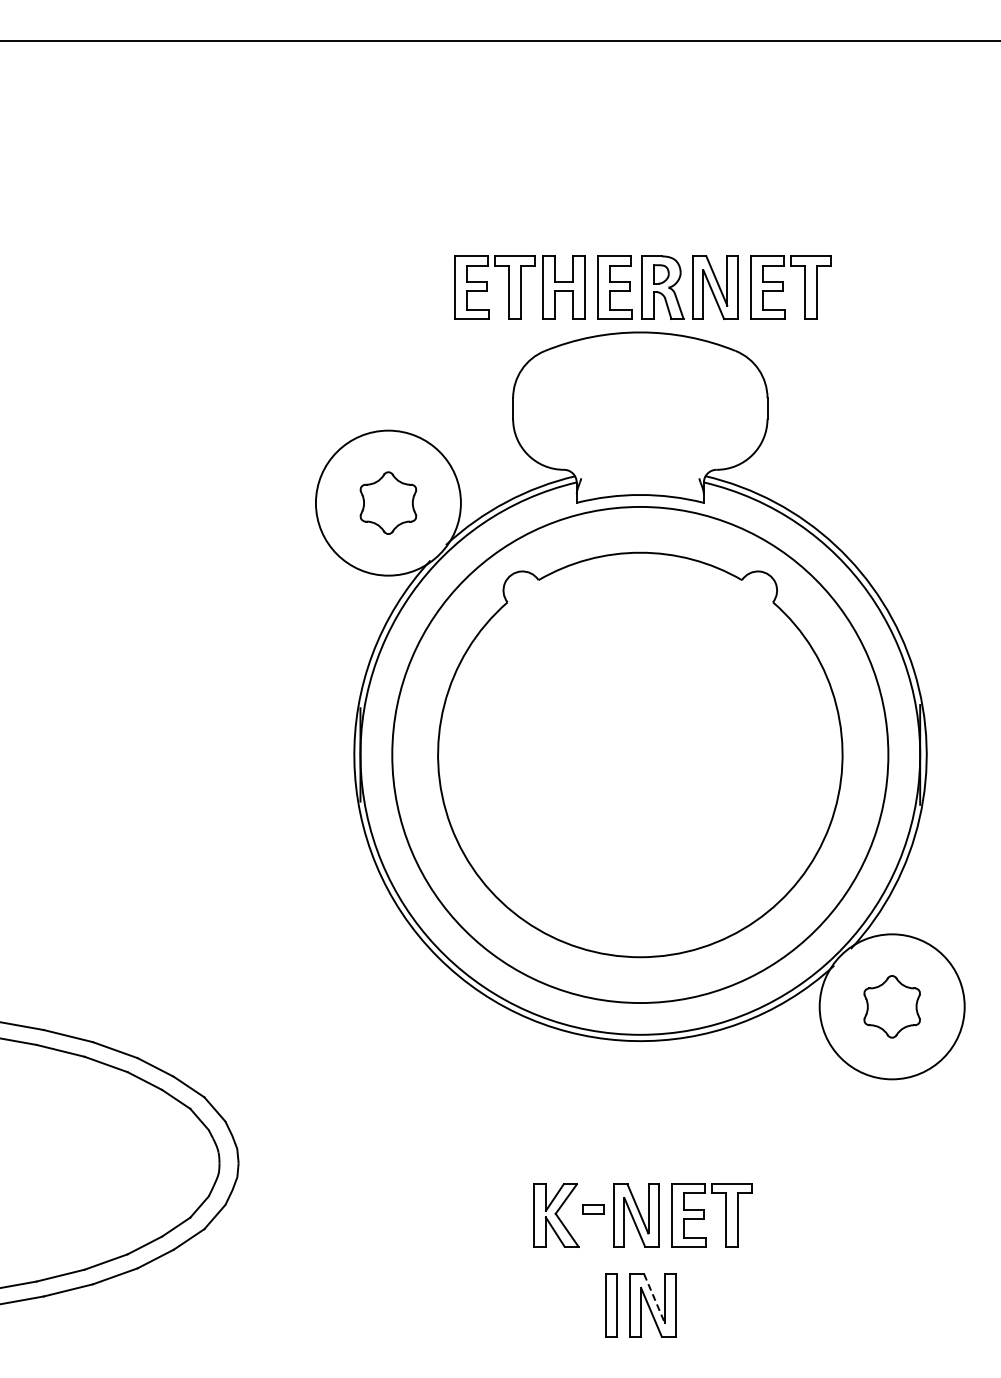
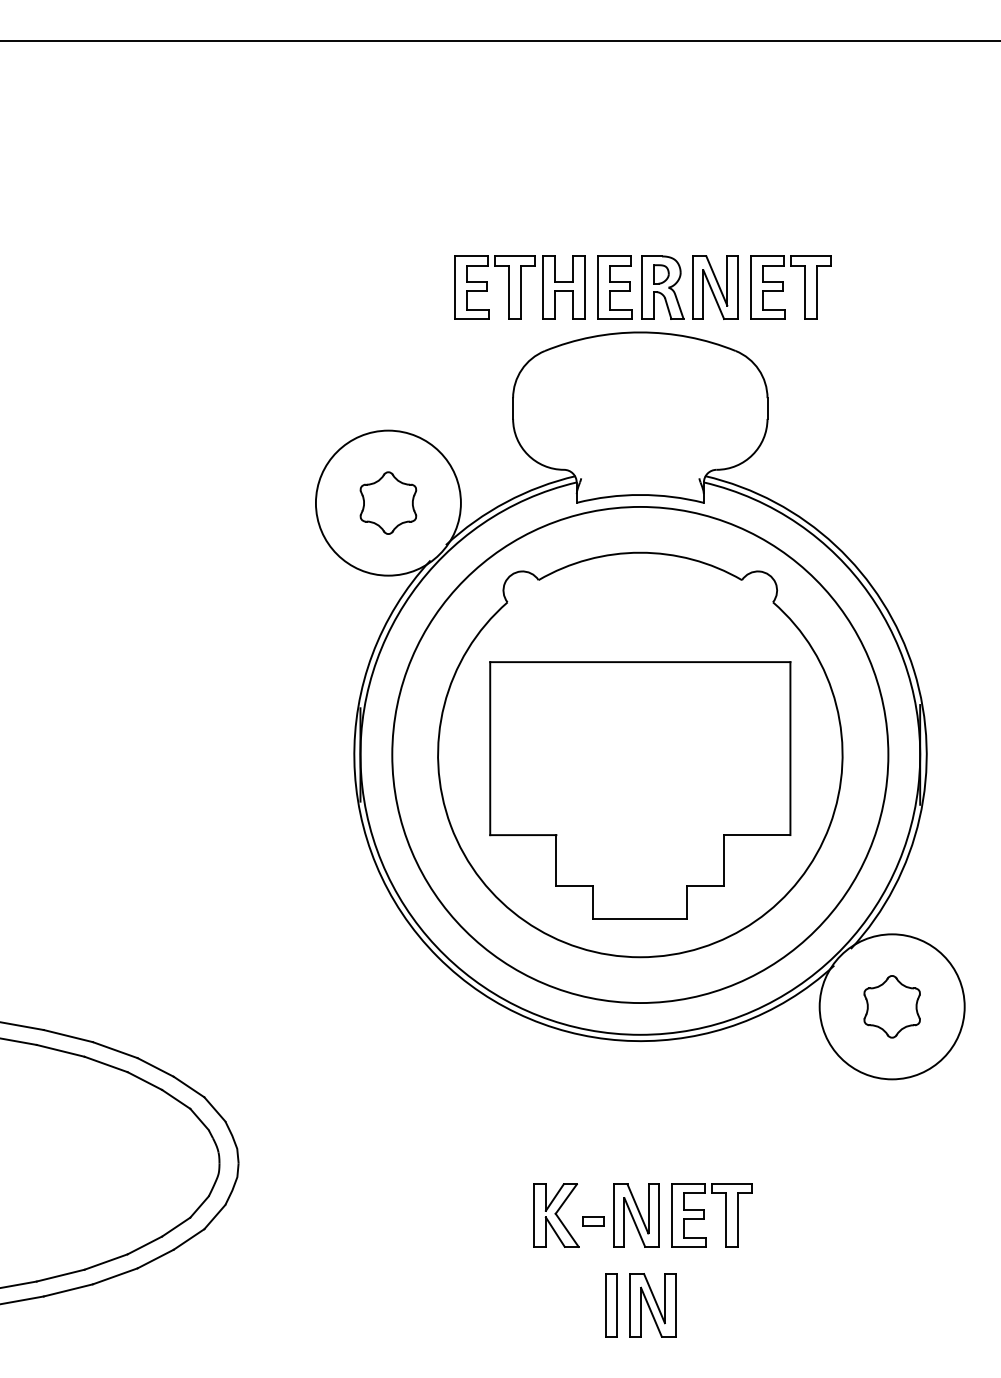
part at (640, 790): none -> present
part at (593, 1209) position: (593, 1209) -> (593, 1221)
line at (654, 1298): dashed -> solid
